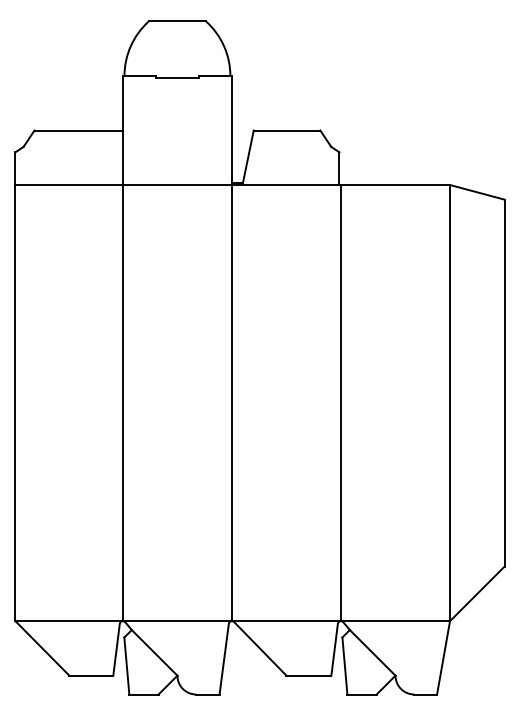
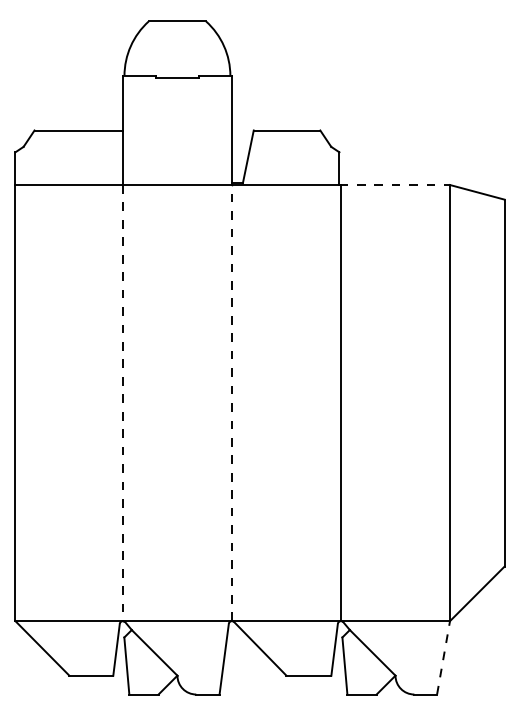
line at (395, 185): solid -> dashed
line at (231, 402): solid -> dashed
line at (122, 403): solid -> dashed
line at (443, 657): solid -> dashed
